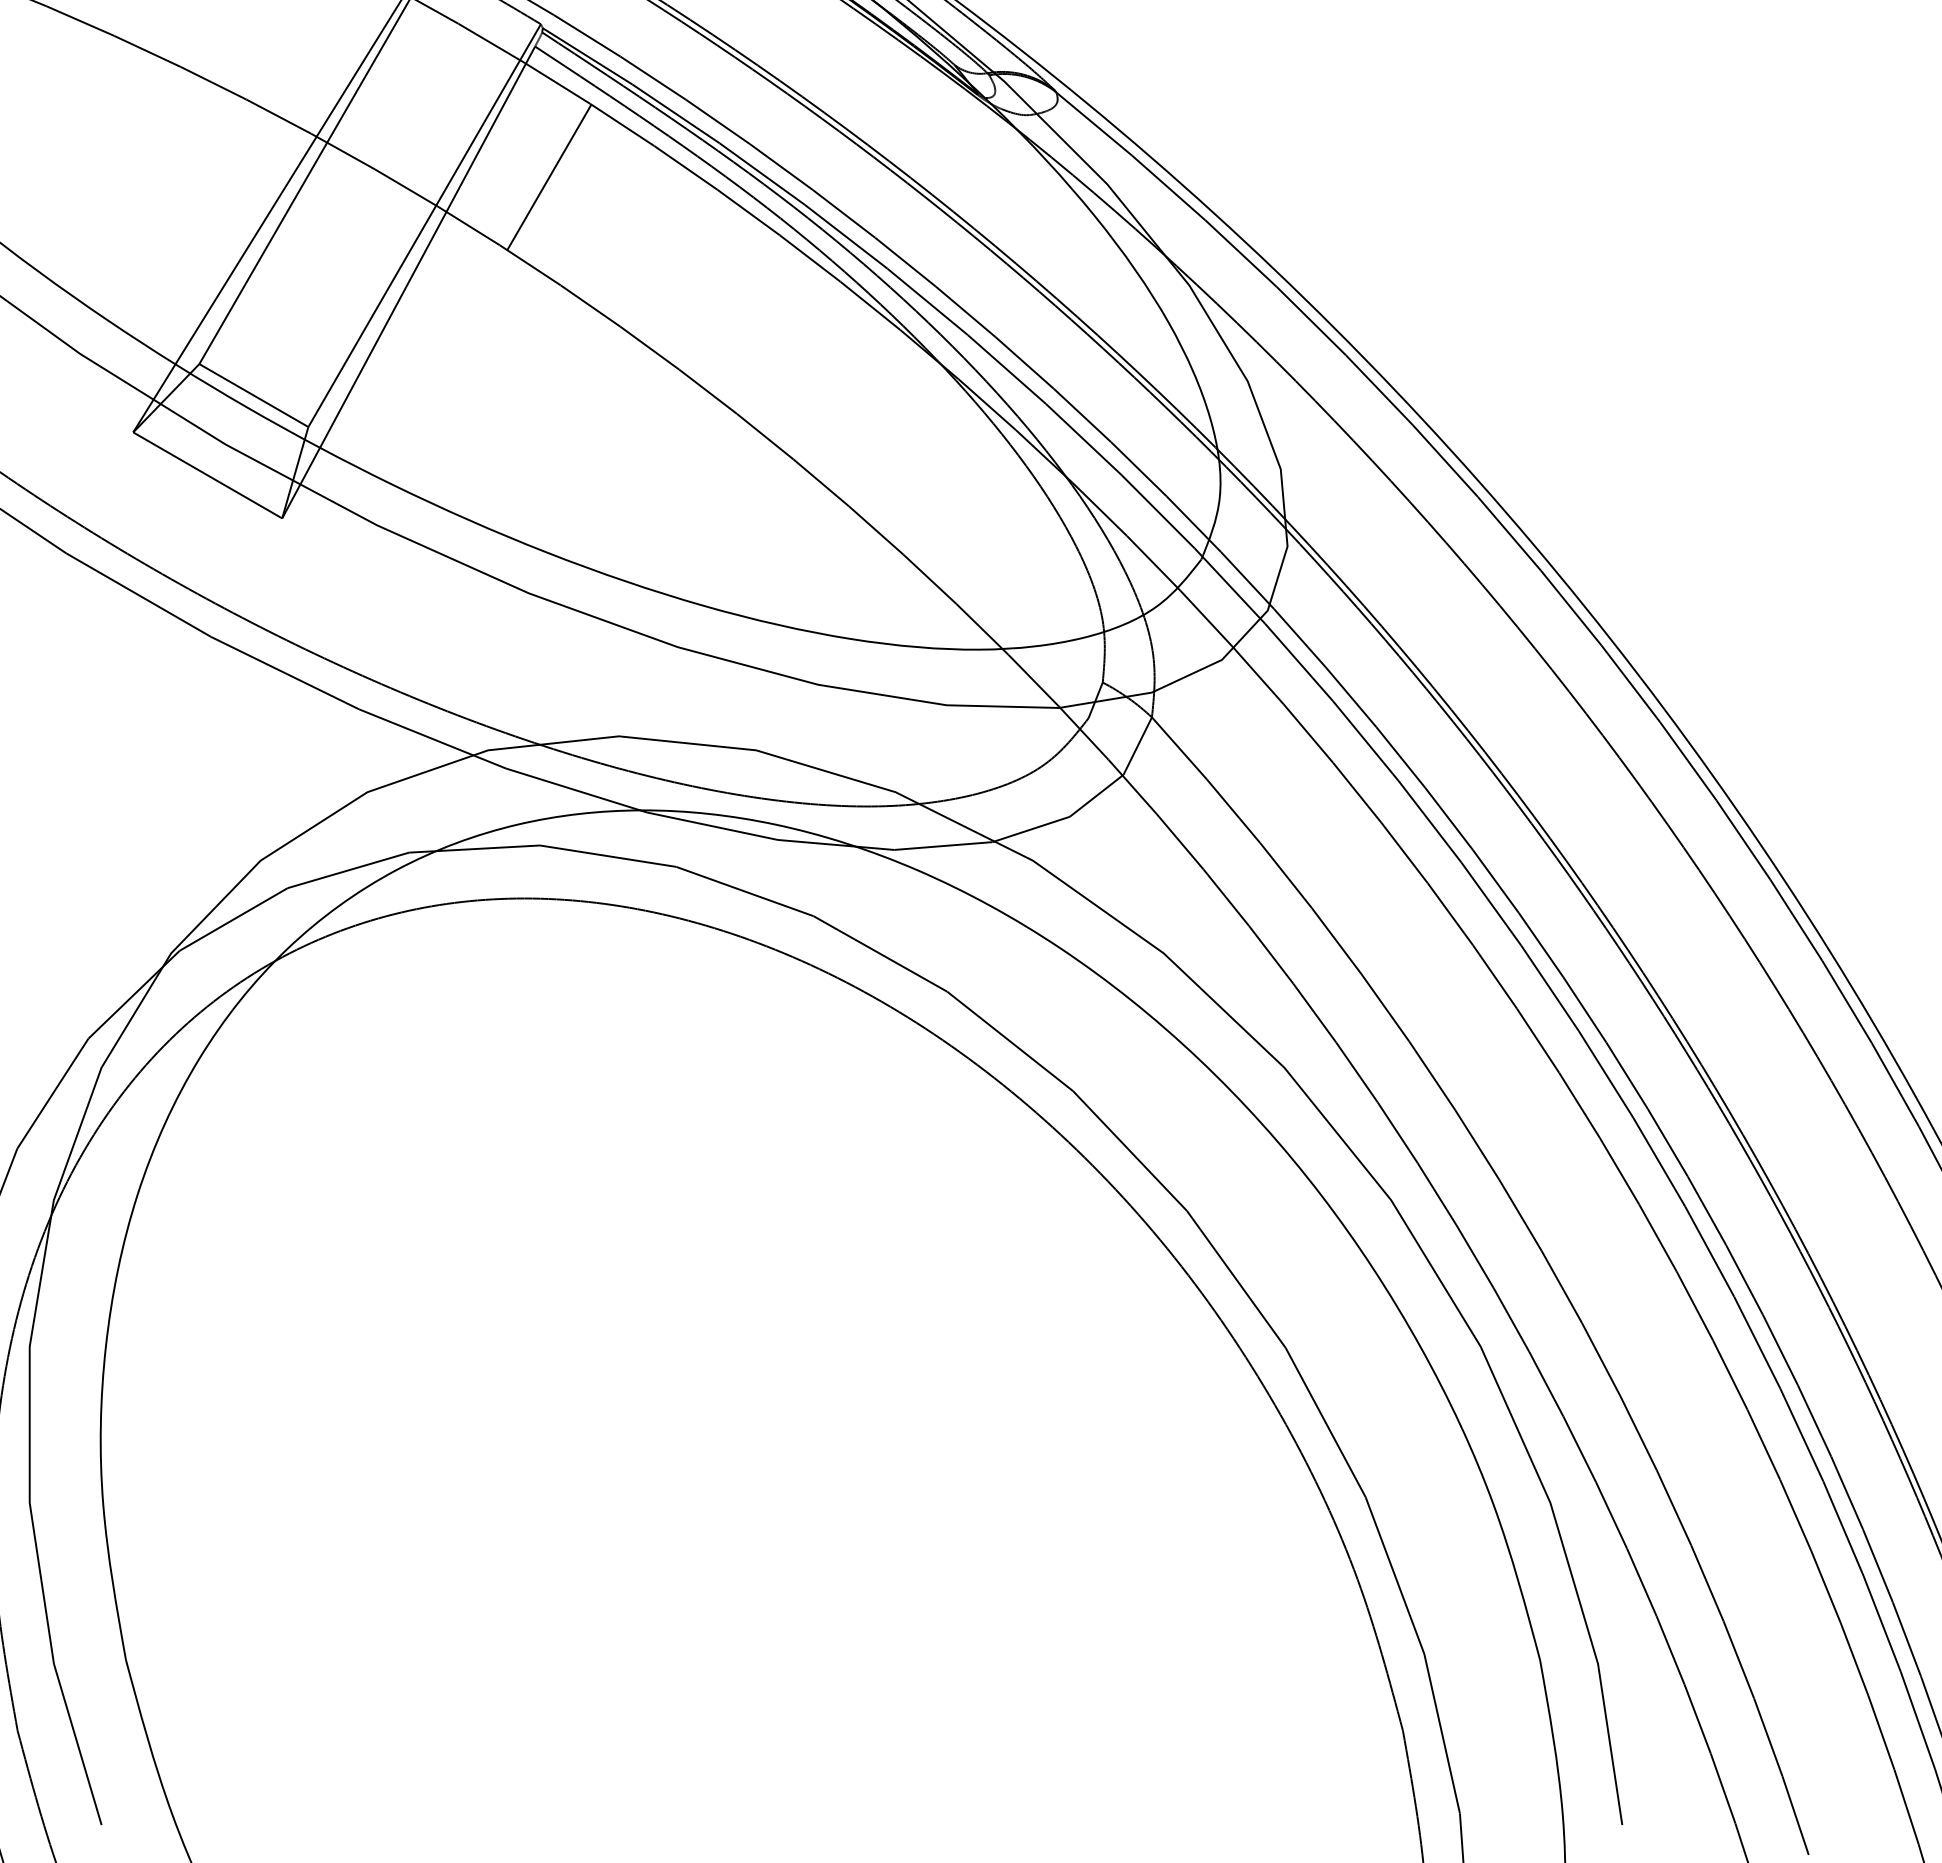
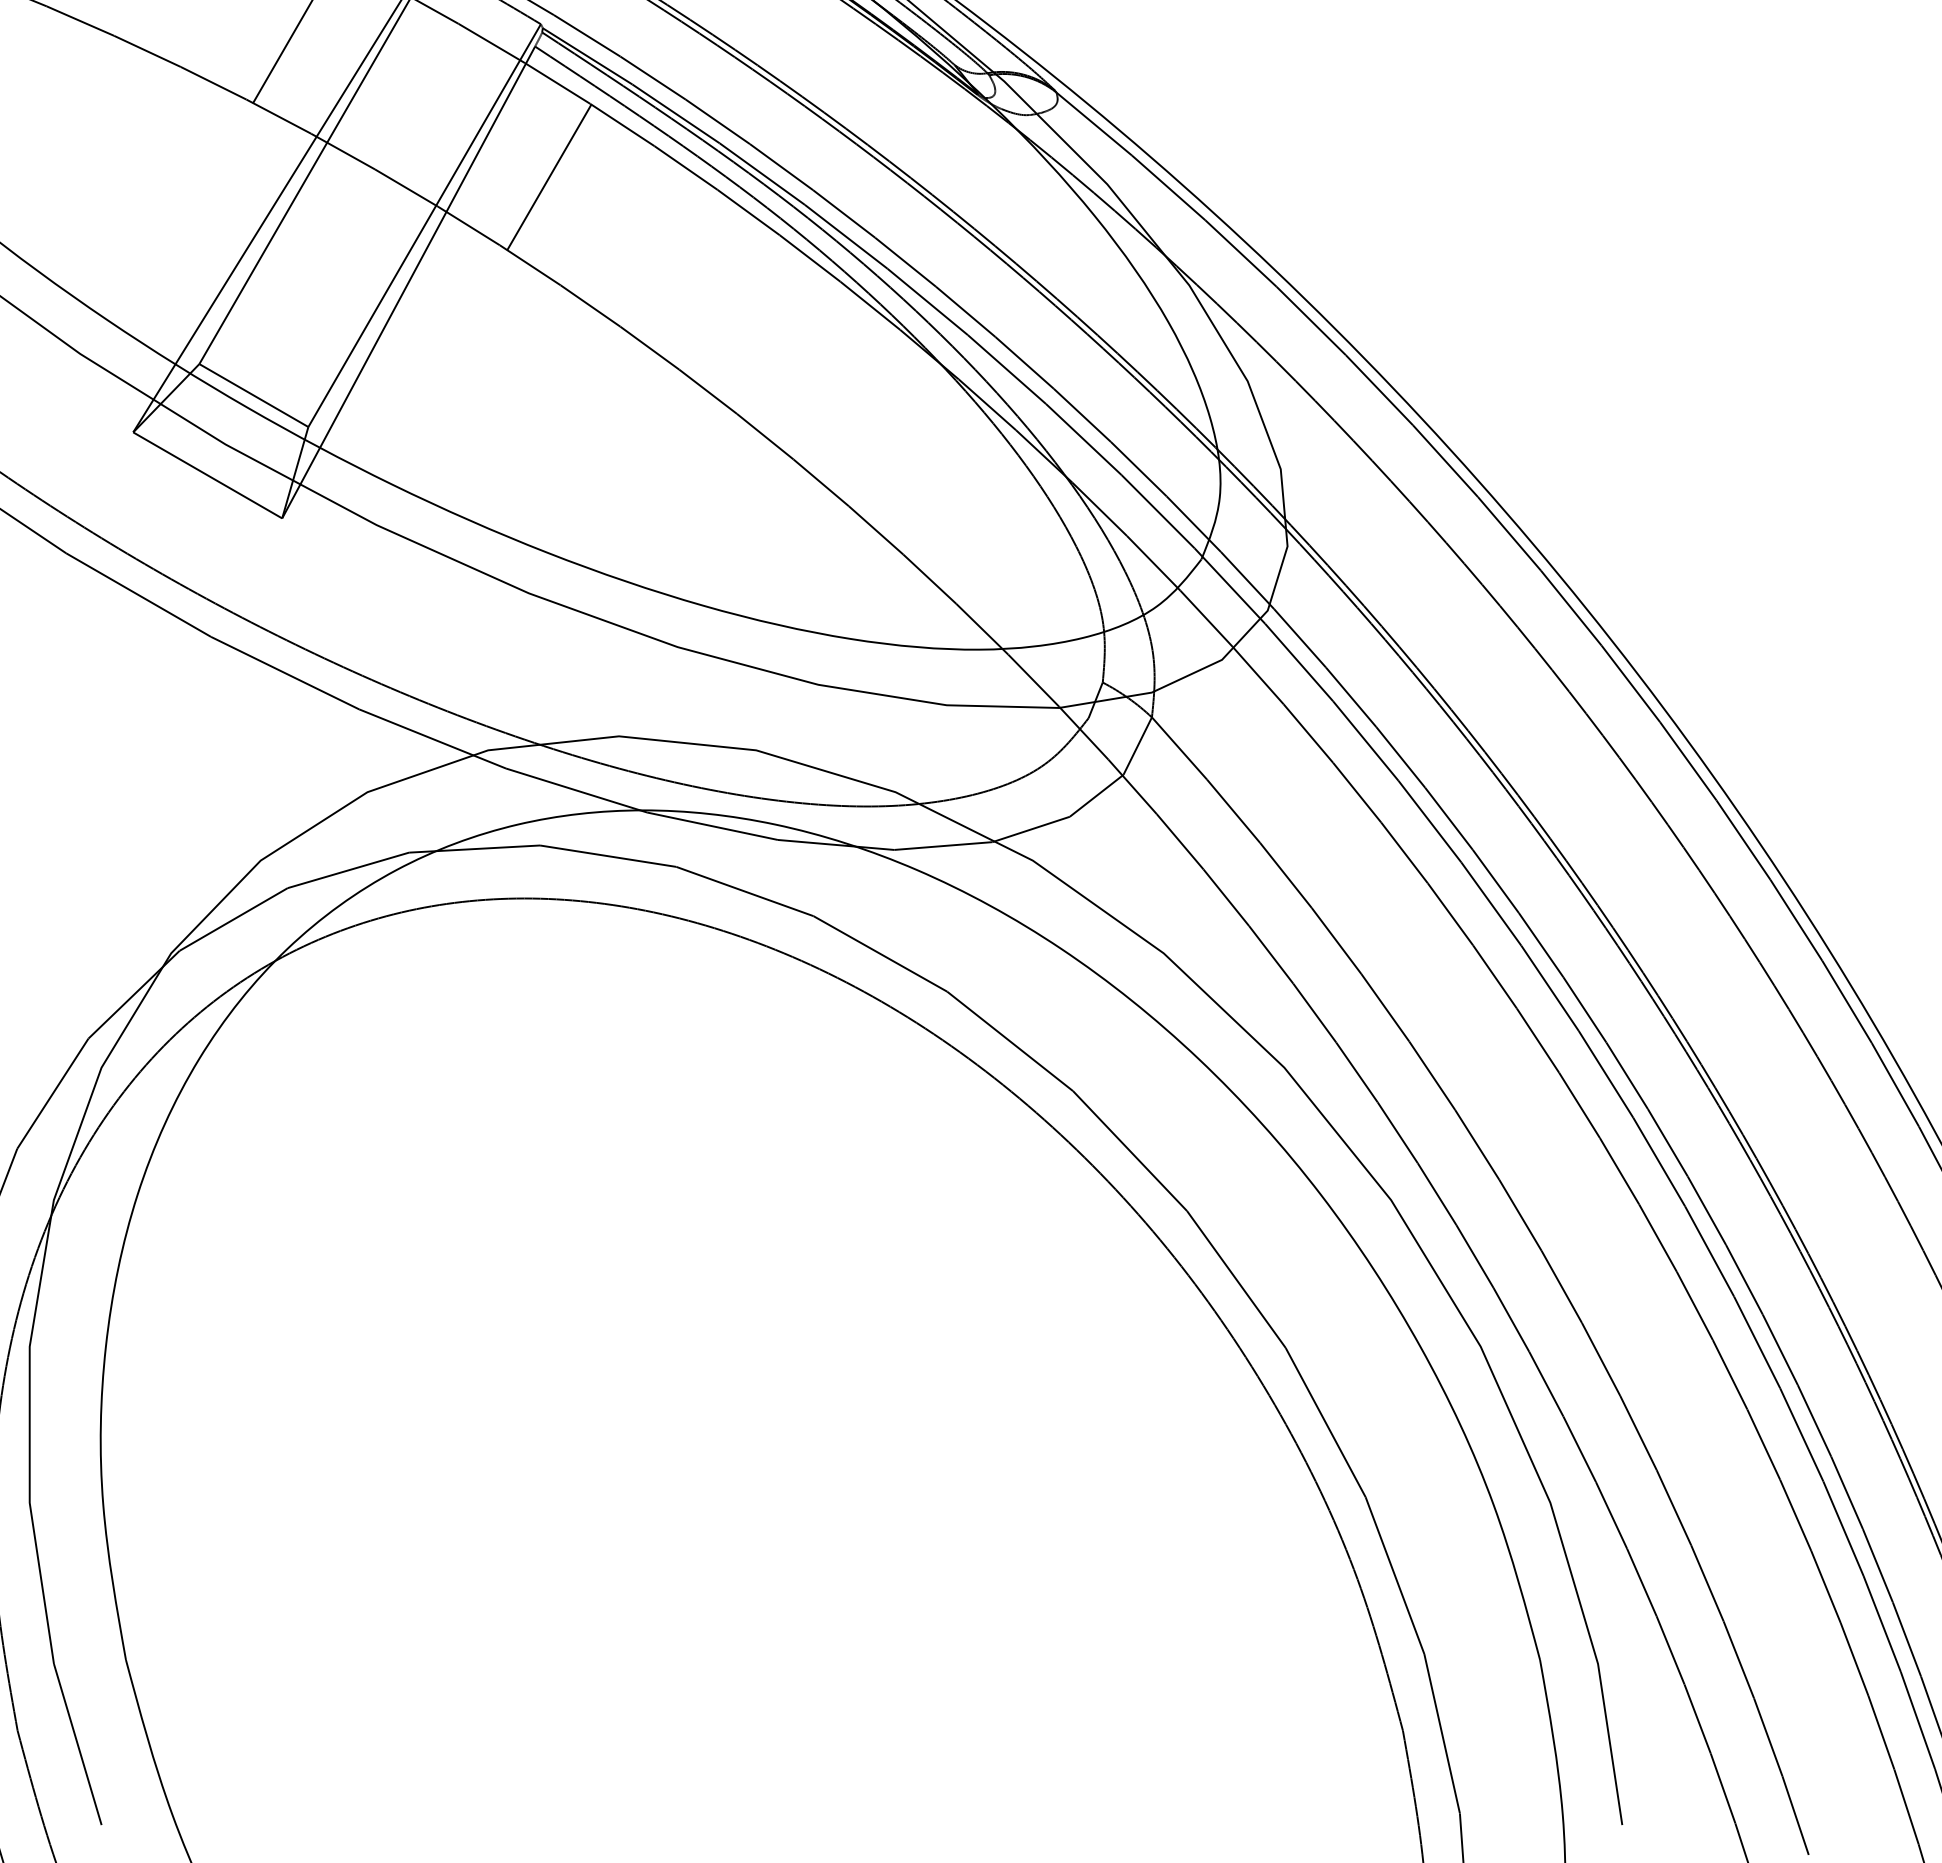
line at (281, 52): none -> present
